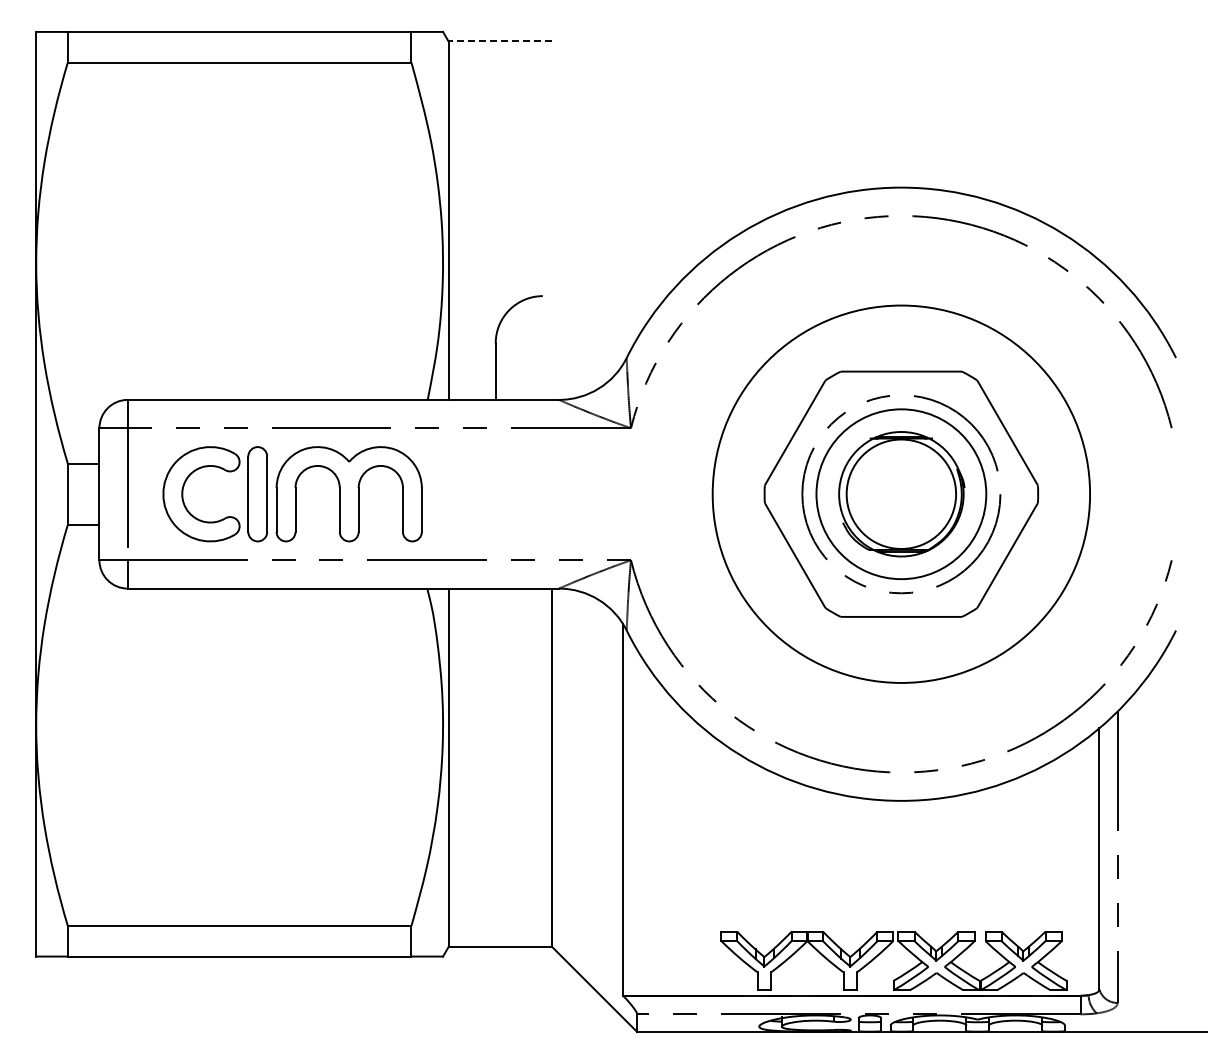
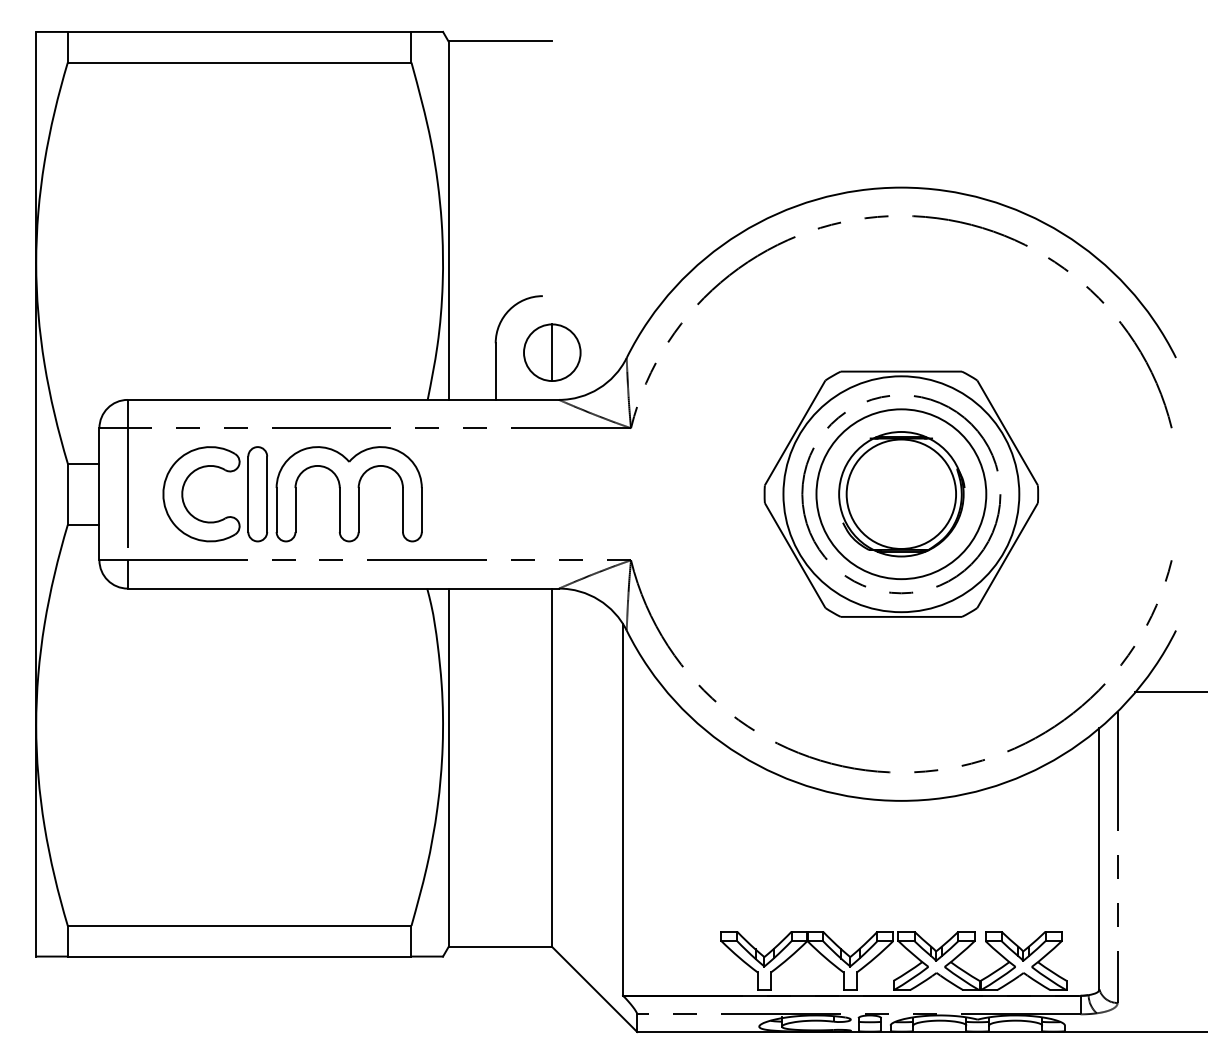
line at (500, 41): dashed -> solid
part at (552, 352): none -> present
circle at (901, 493) diameter: 377 px -> 236 px
line at (1169, 692): none -> present
